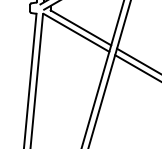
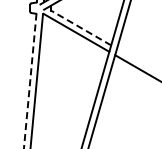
line at (80, 27): solid -> dashed
line at (137, 60): present -> none
line at (30, 80): solid -> dashed
